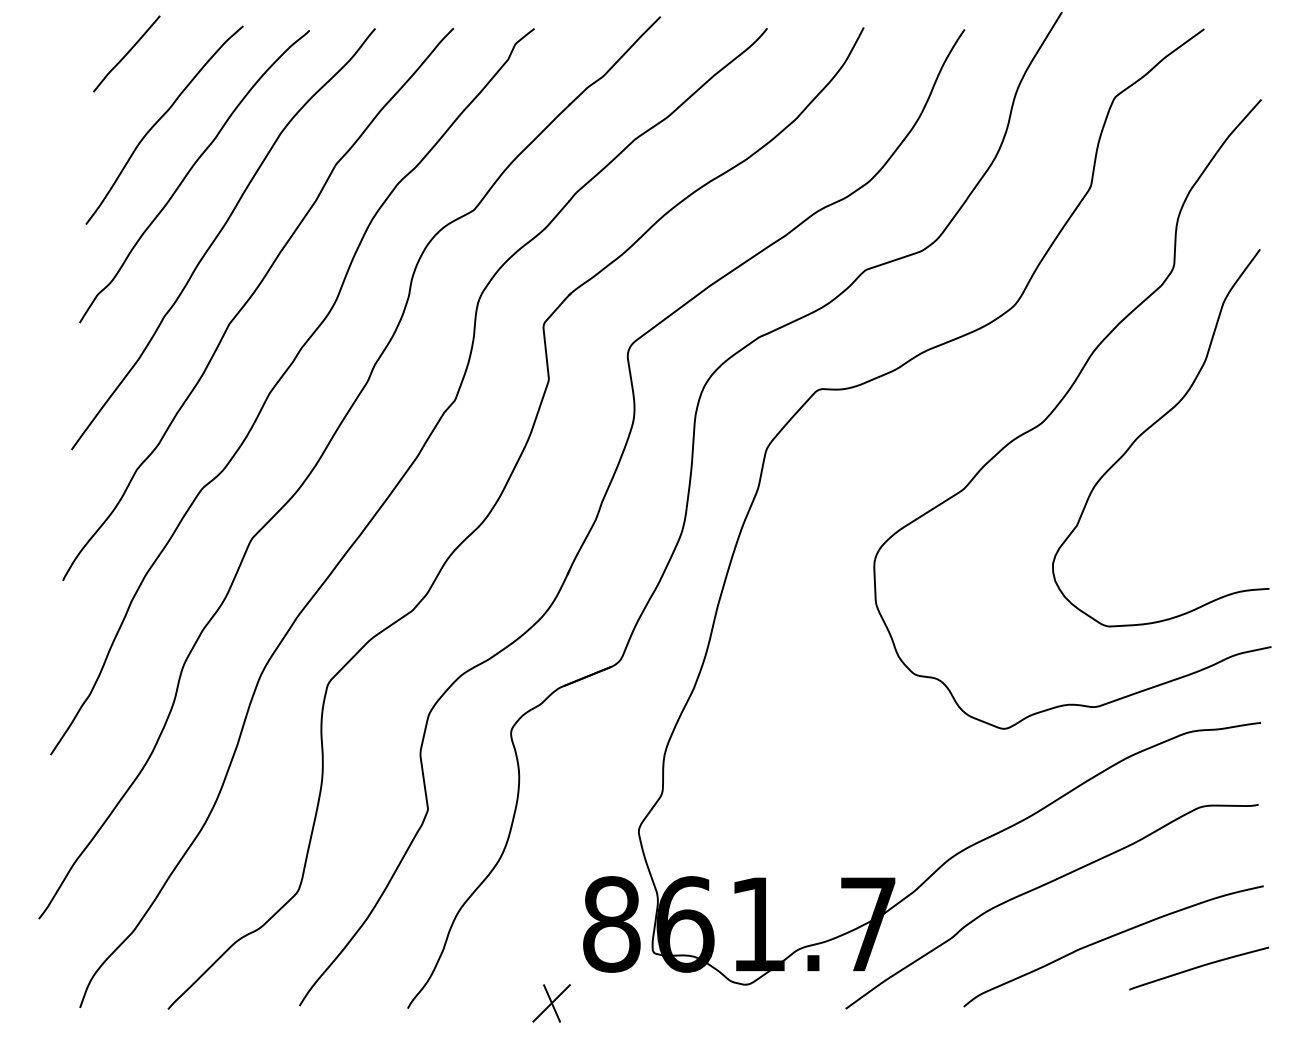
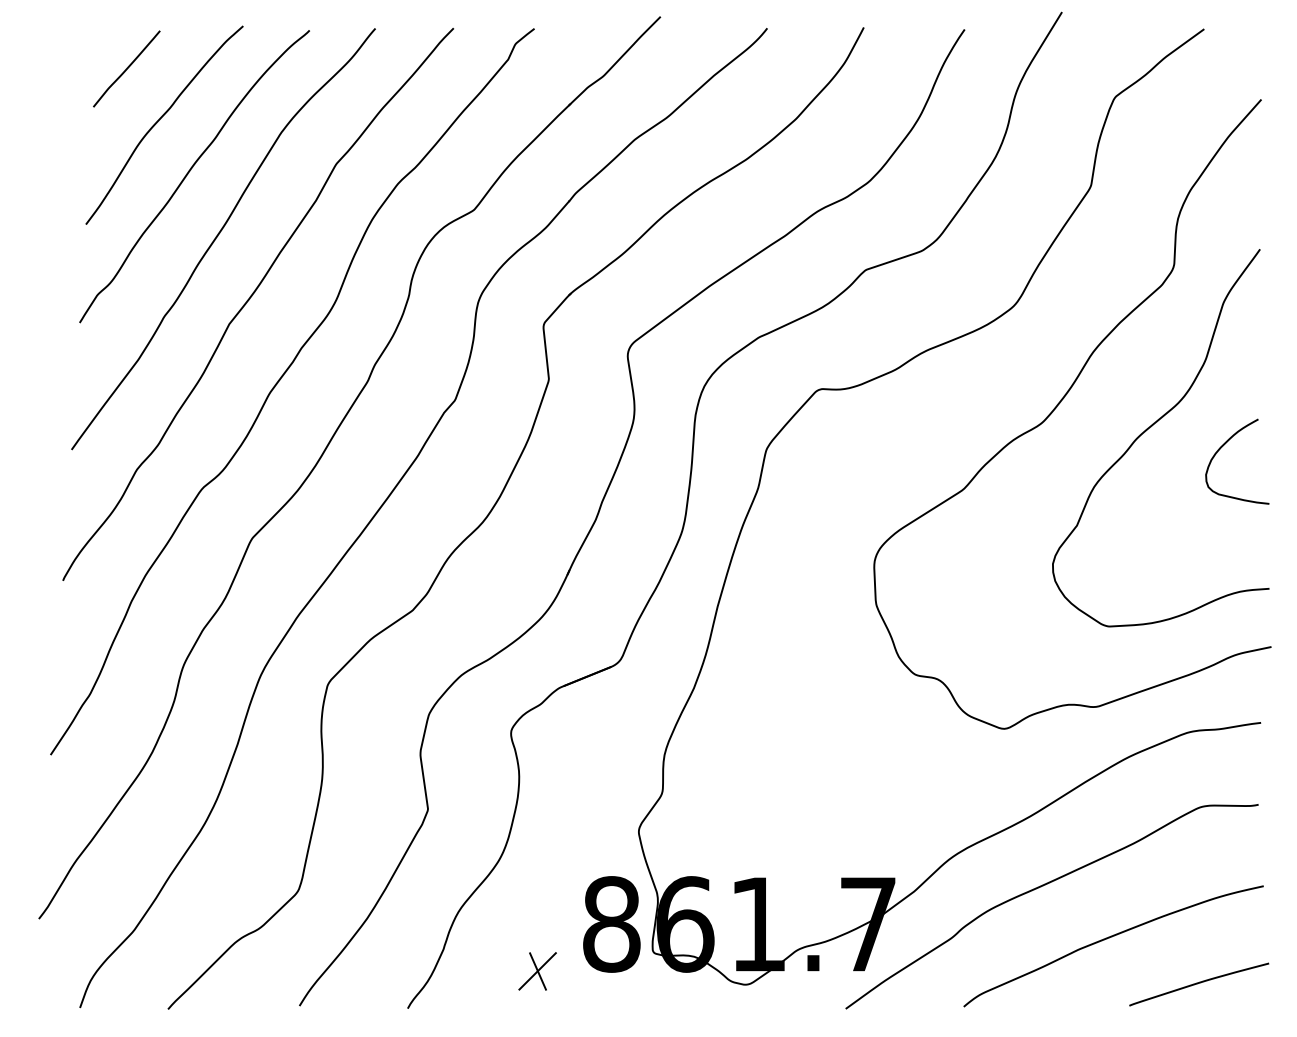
line at (126, 53) position: (126, 53) -> (126, 68)
curve at (1223, 446): none -> present
curve at (1199, 967) position: (1199, 967) -> (1199, 983)
part at (551, 1003) position: (551, 1003) -> (537, 971)
